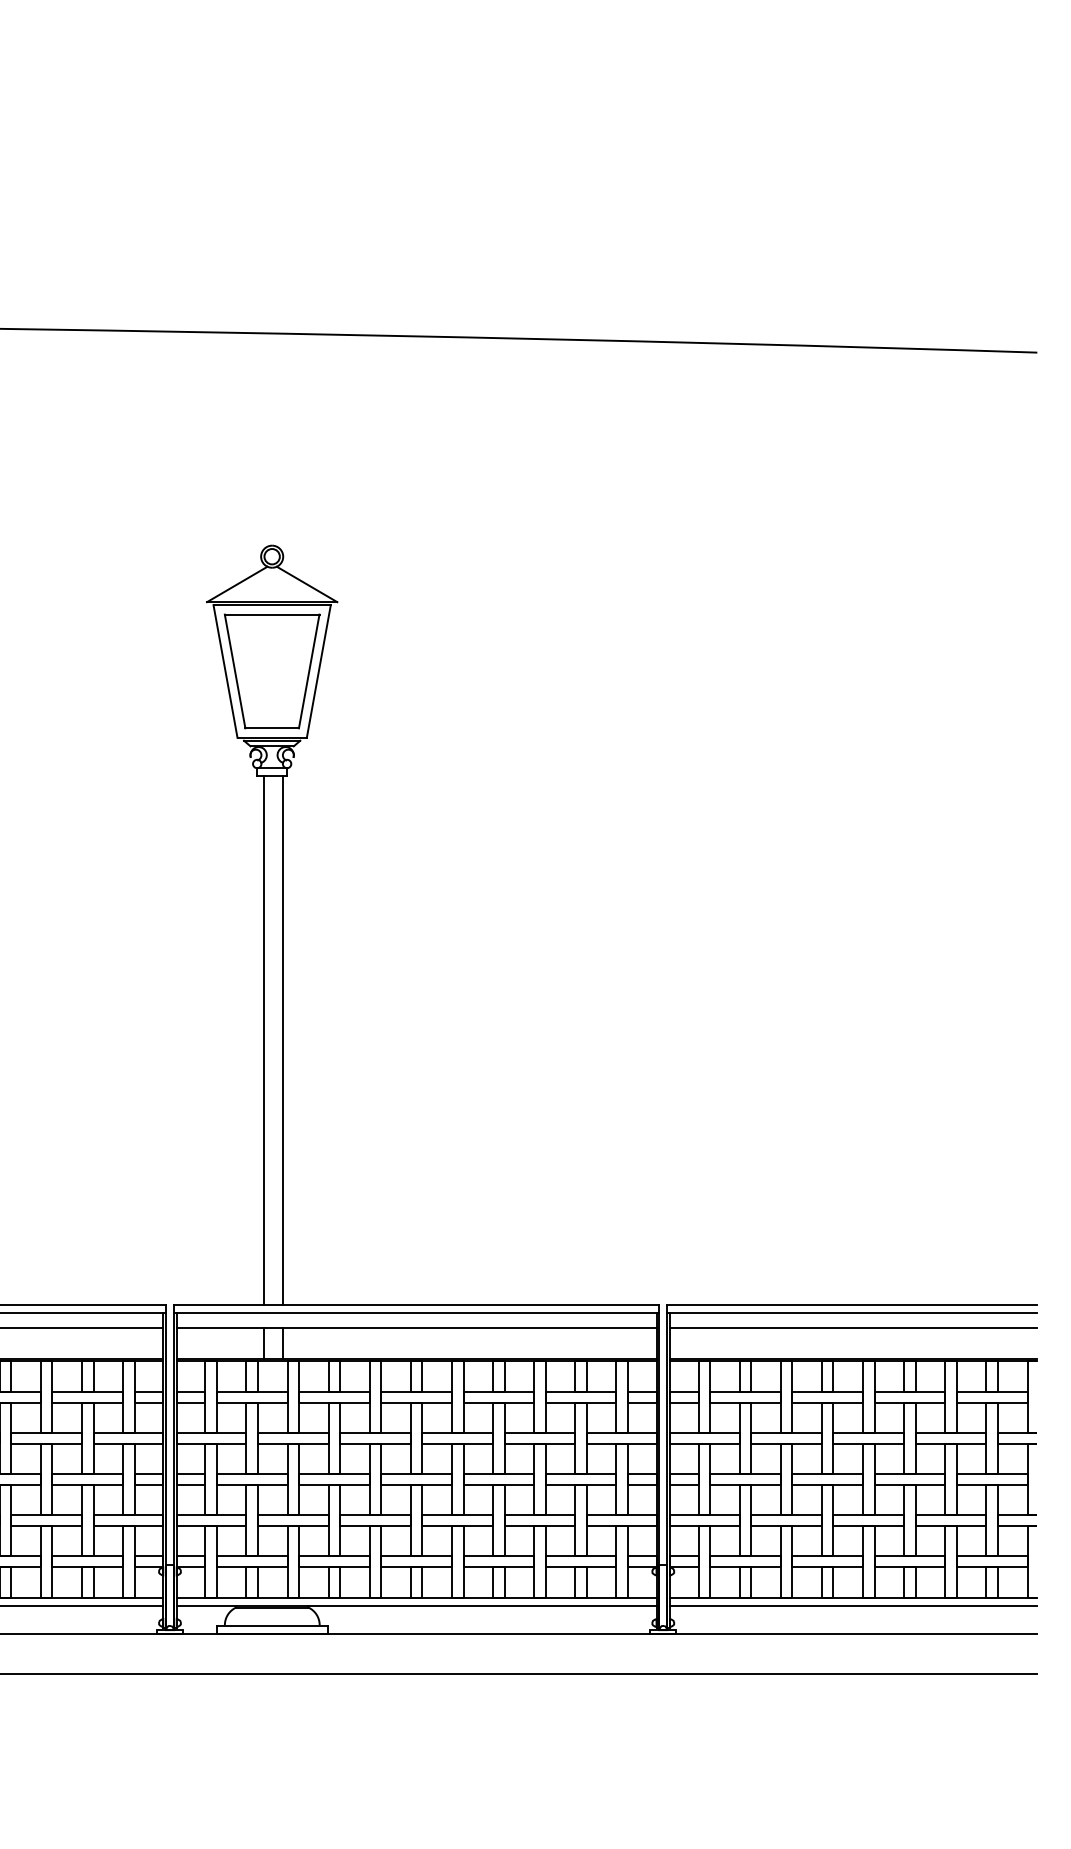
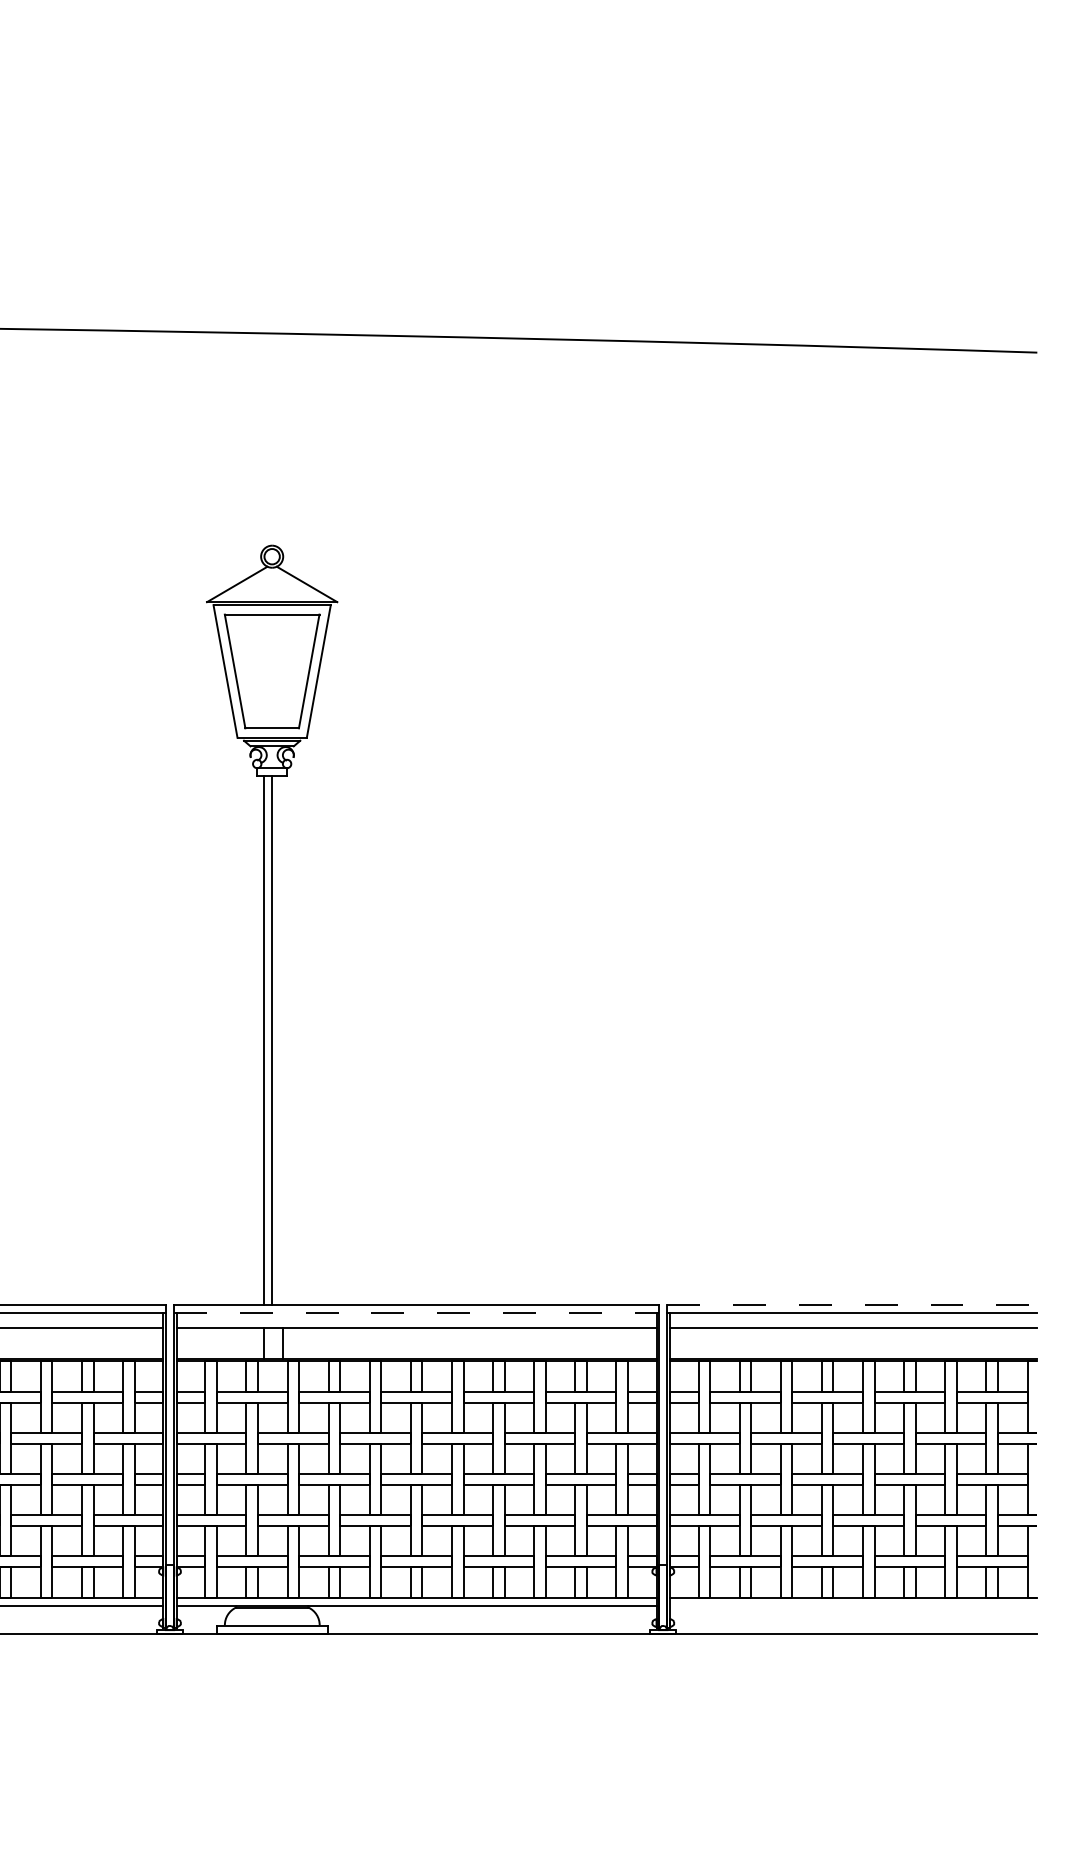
line at (283, 1040) position: (283, 1040) -> (272, 1040)
line at (852, 1305): solid -> dashed
line at (416, 1313): solid -> dashed
line at (853, 1606): present -> none
line at (519, 1673): present -> none
